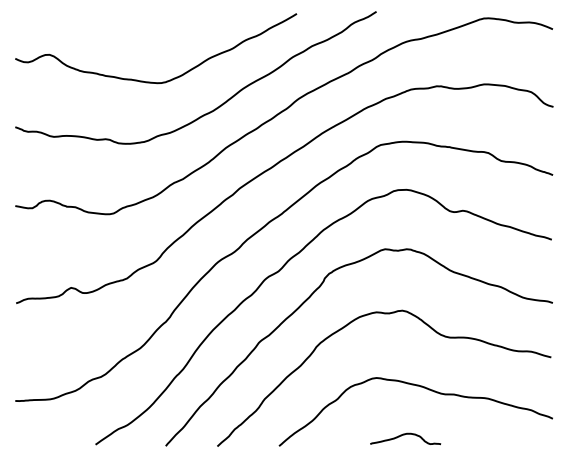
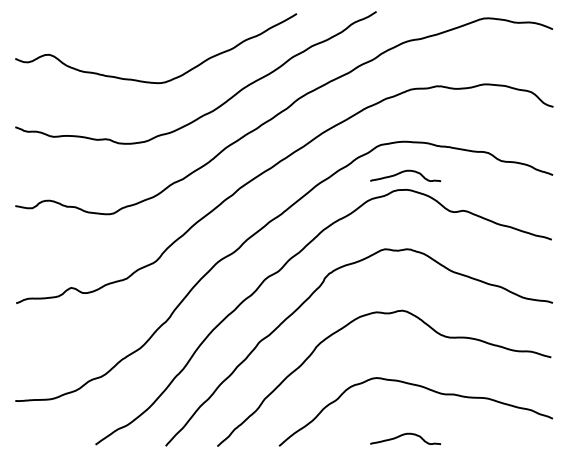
curve at (404, 172): none -> present
